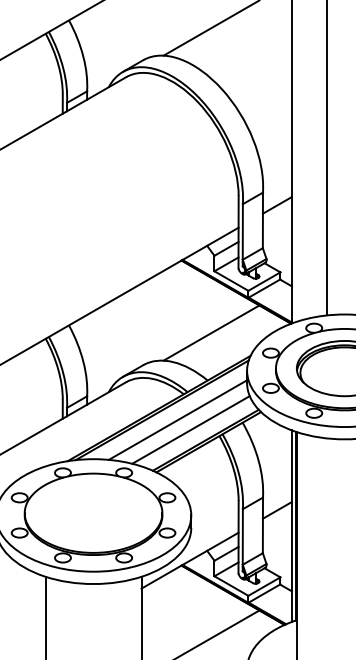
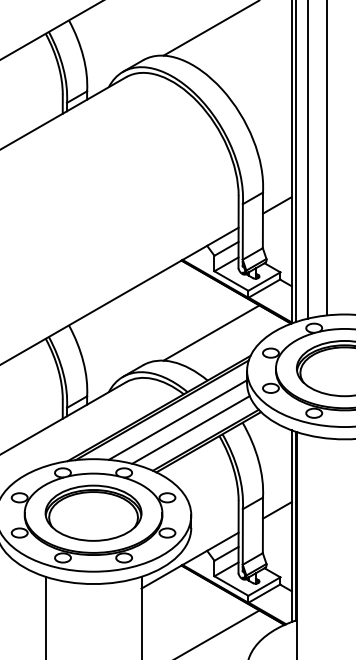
line at (308, 160): none -> present
line at (295, 162): none -> present
part at (93, 512): none -> present
